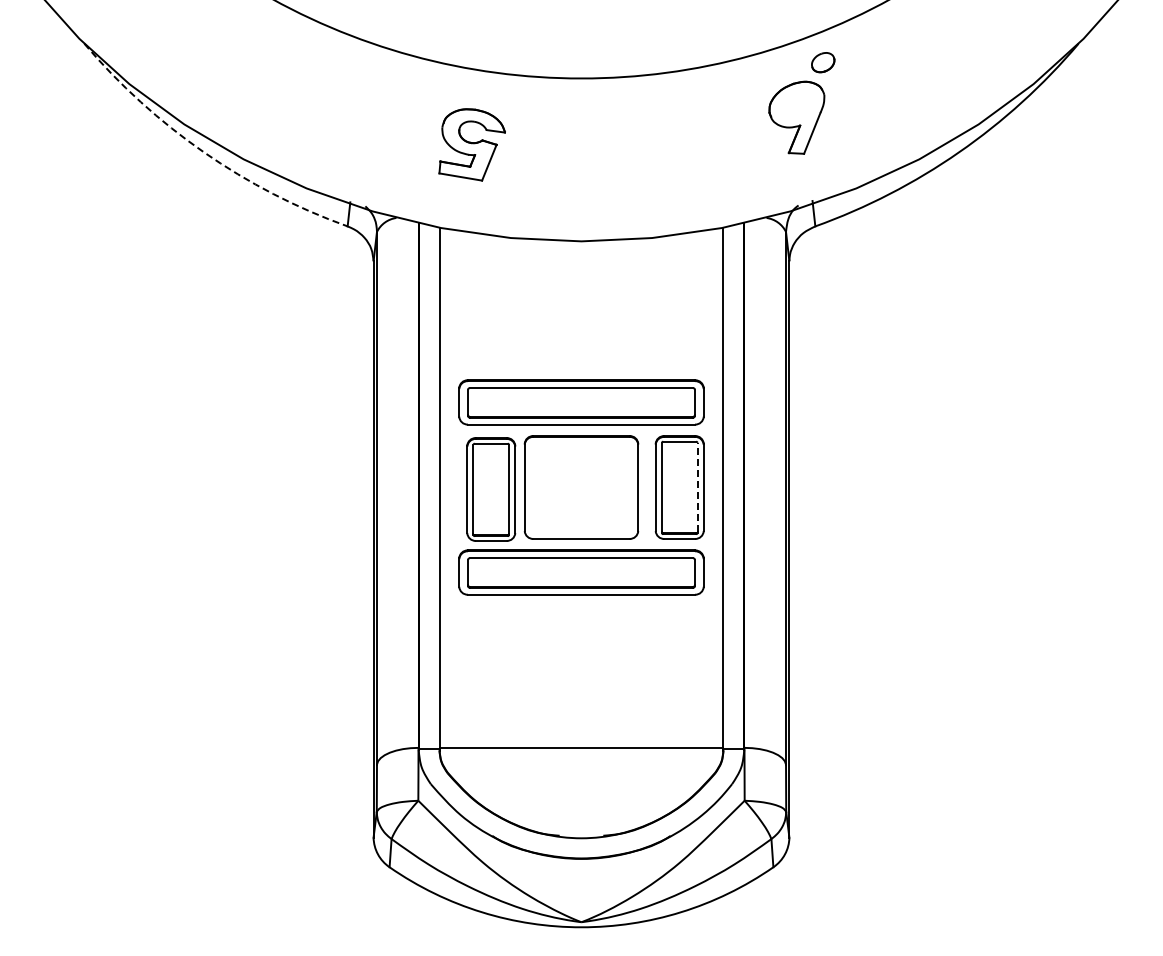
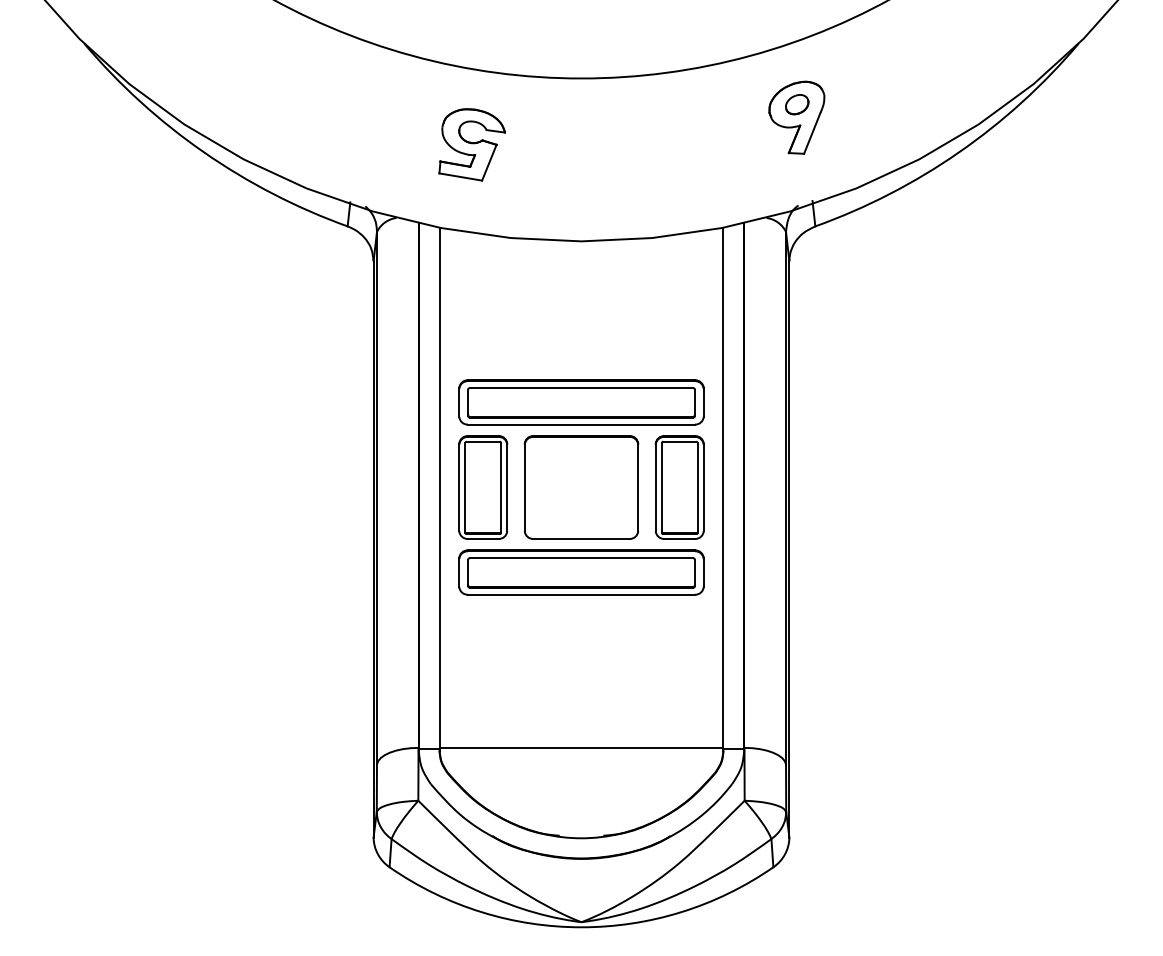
part at (823, 62) position: (823, 62) -> (797, 104)
arc at (204, 152): dashed -> solid
line at (697, 487): dashed -> solid
part at (491, 489) position: (491, 489) -> (483, 487)
